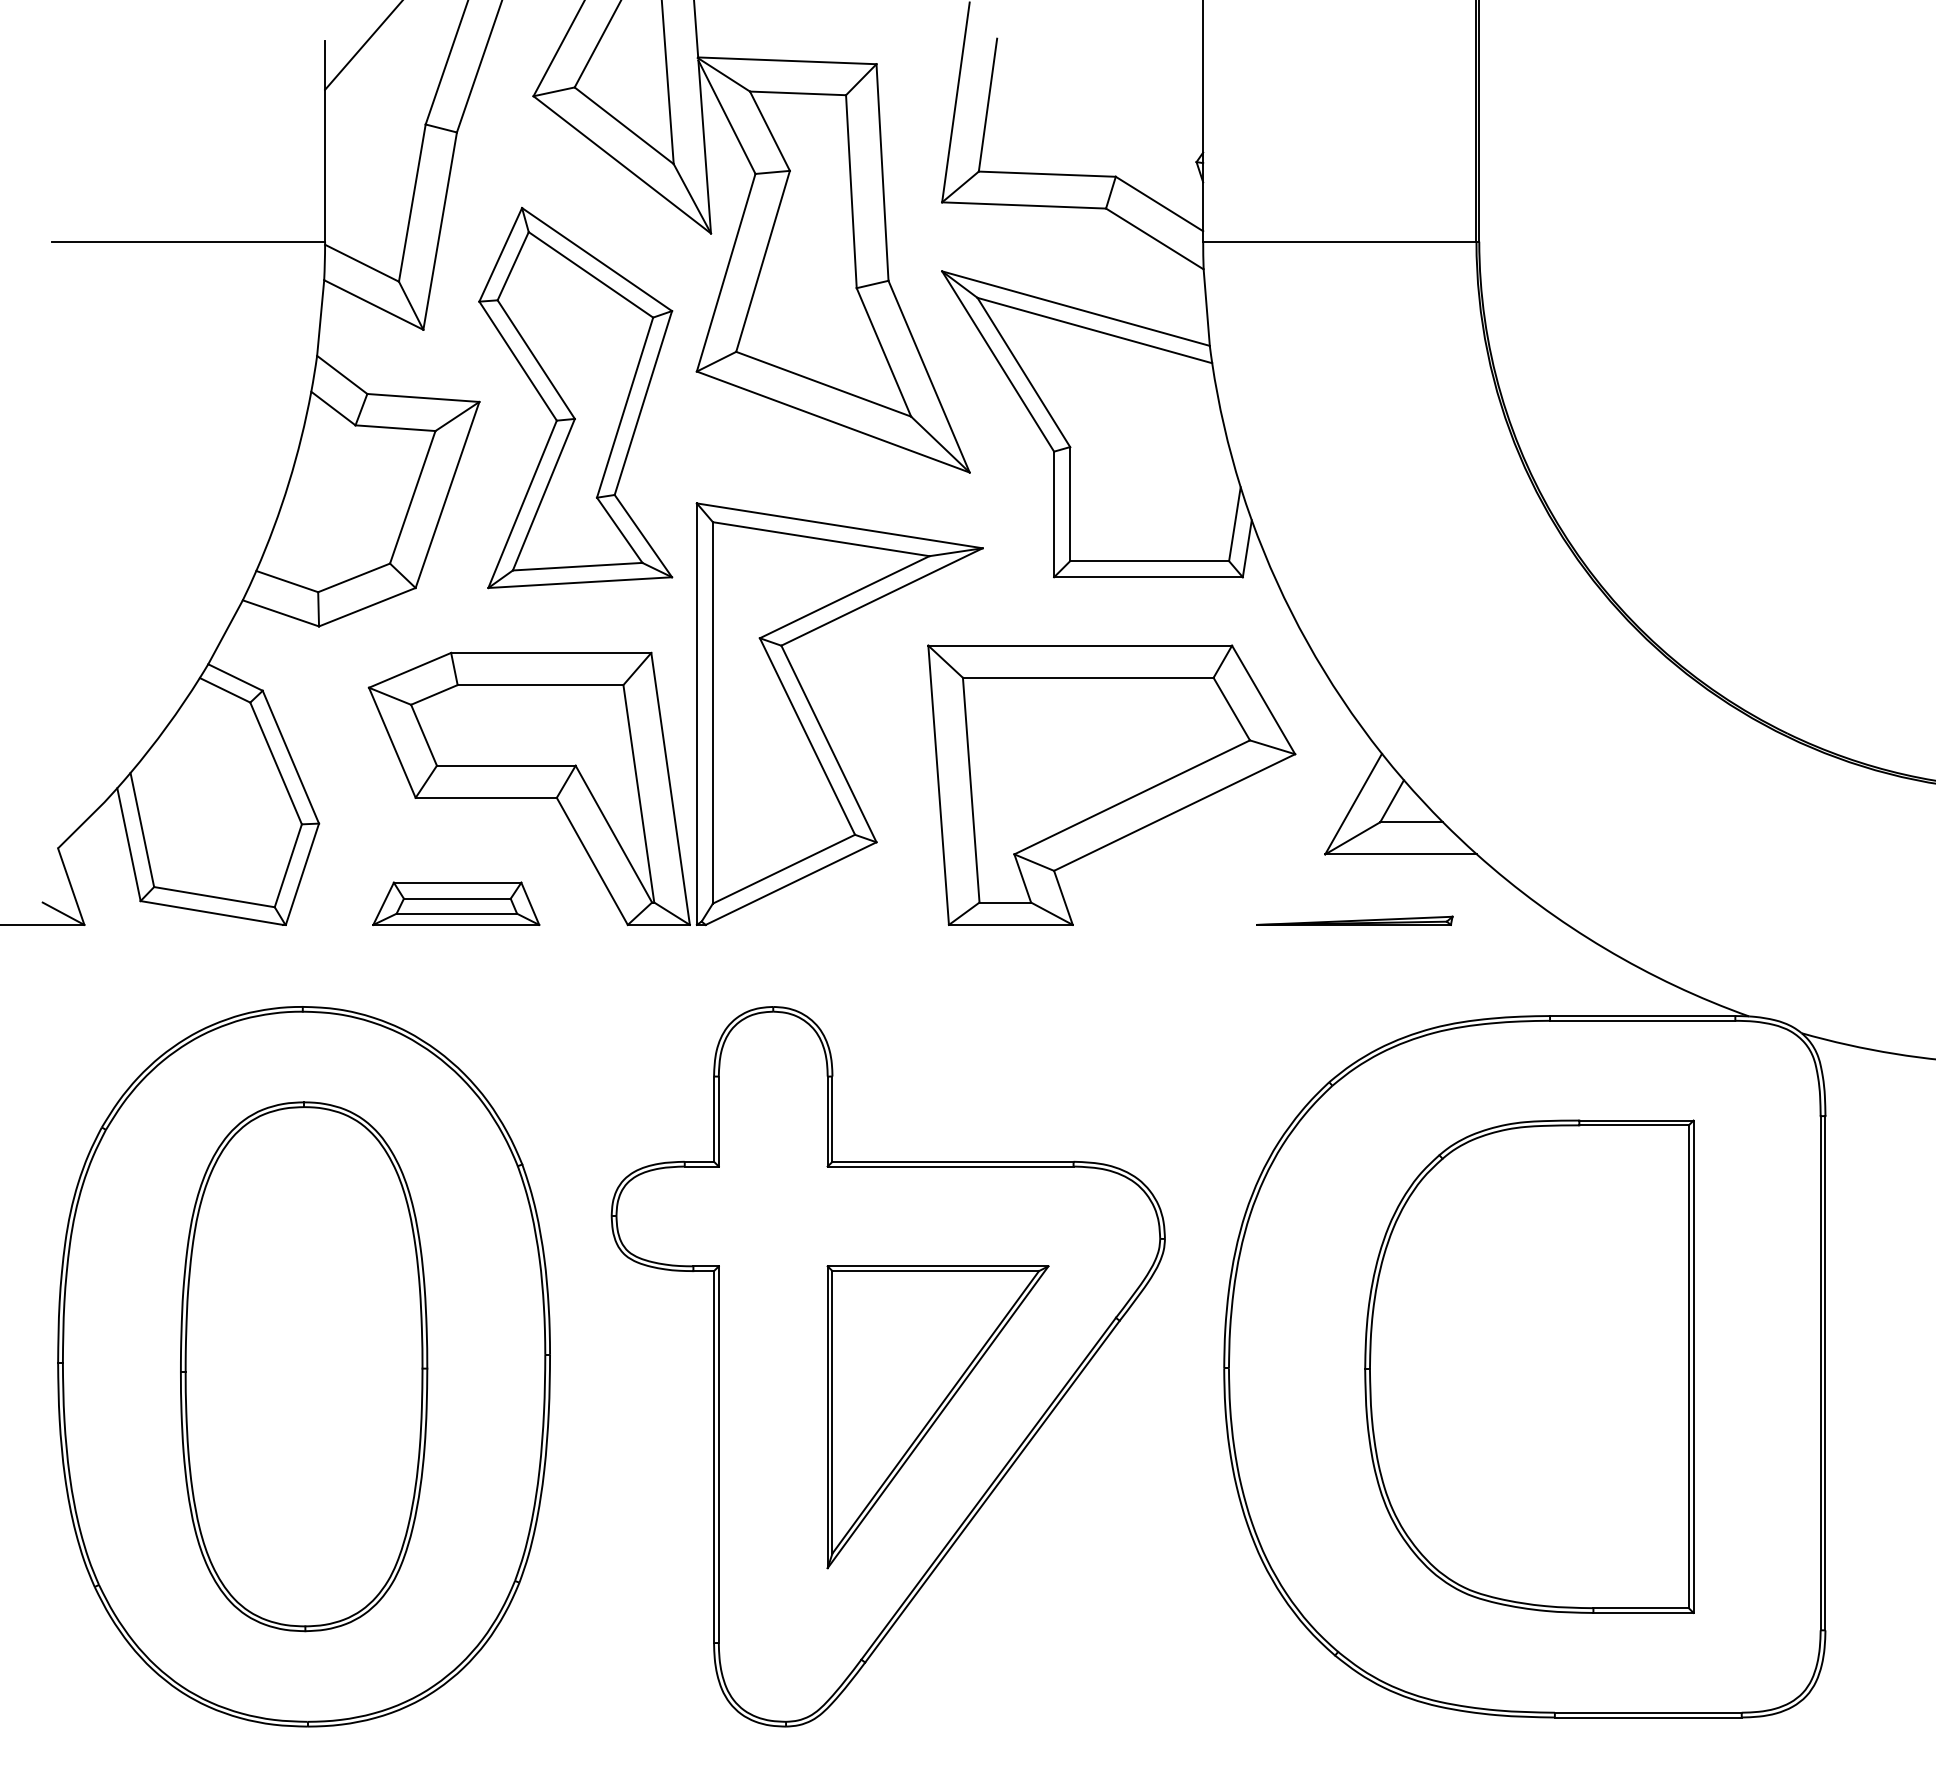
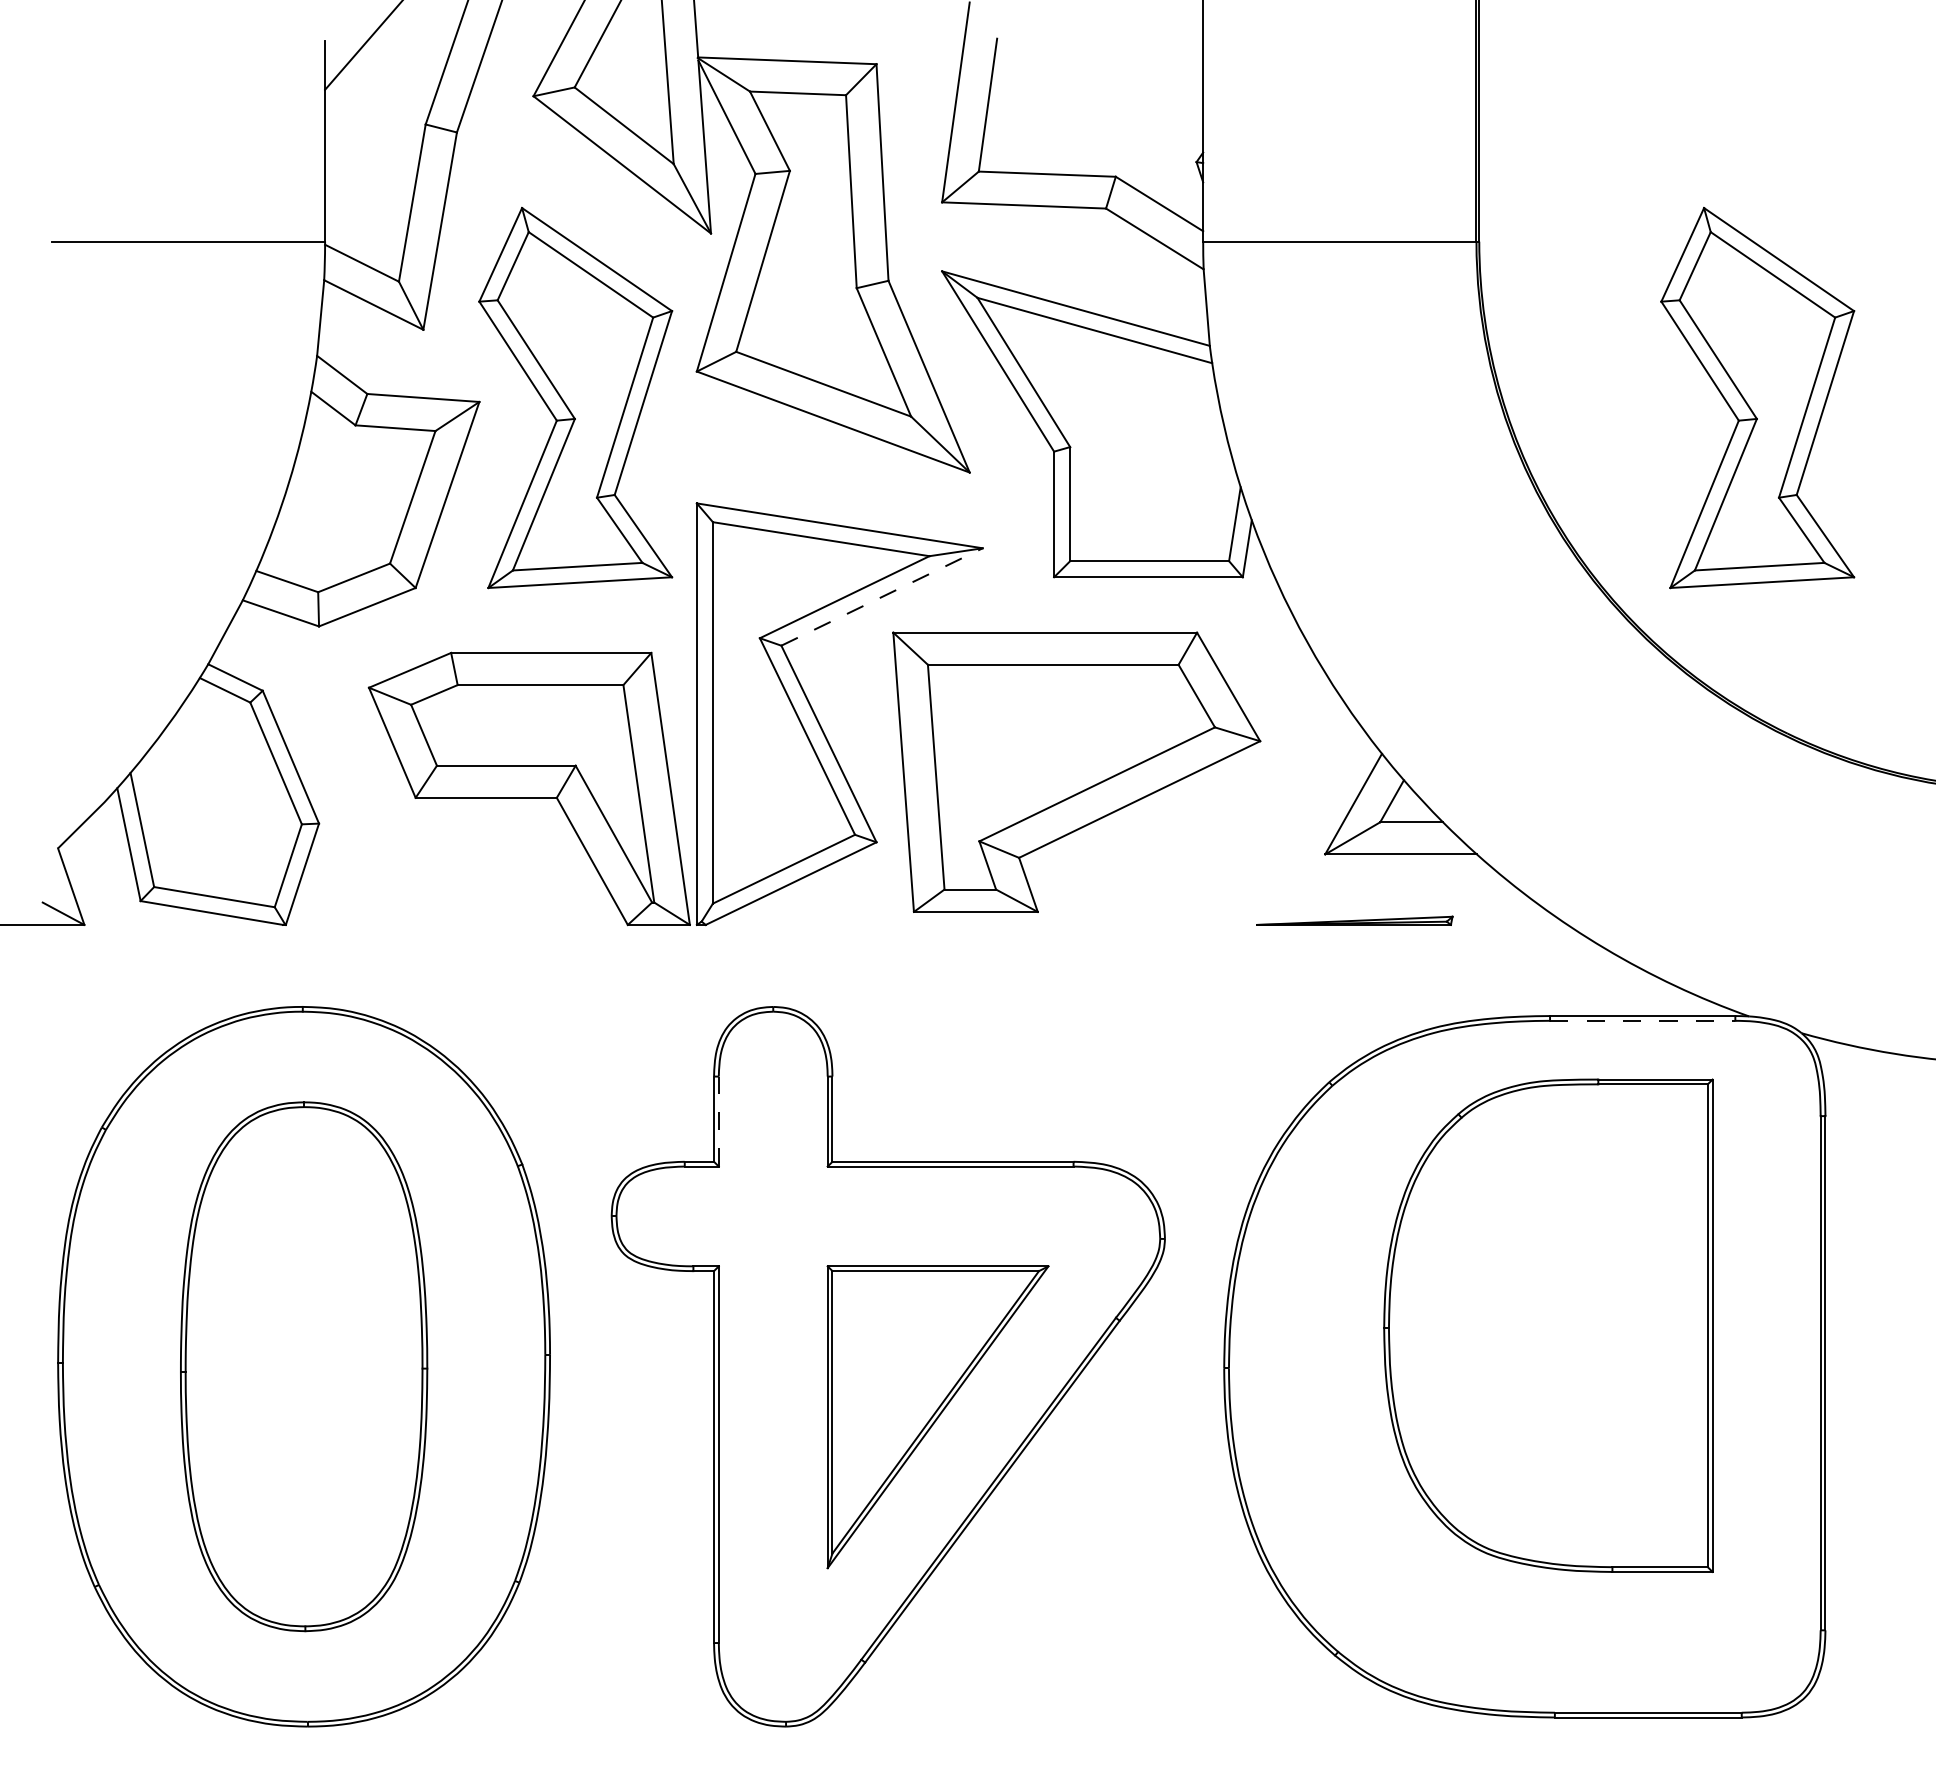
part at (1757, 397): none -> present
line at (882, 596): solid -> dashed
part at (1111, 784) position: (1111, 784) -> (1076, 771)
part at (456, 903): present -> none
line at (1642, 1020): solid -> dashed
line at (718, 1121): solid -> dashed
part at (1529, 1366) position: (1529, 1366) -> (1548, 1325)
